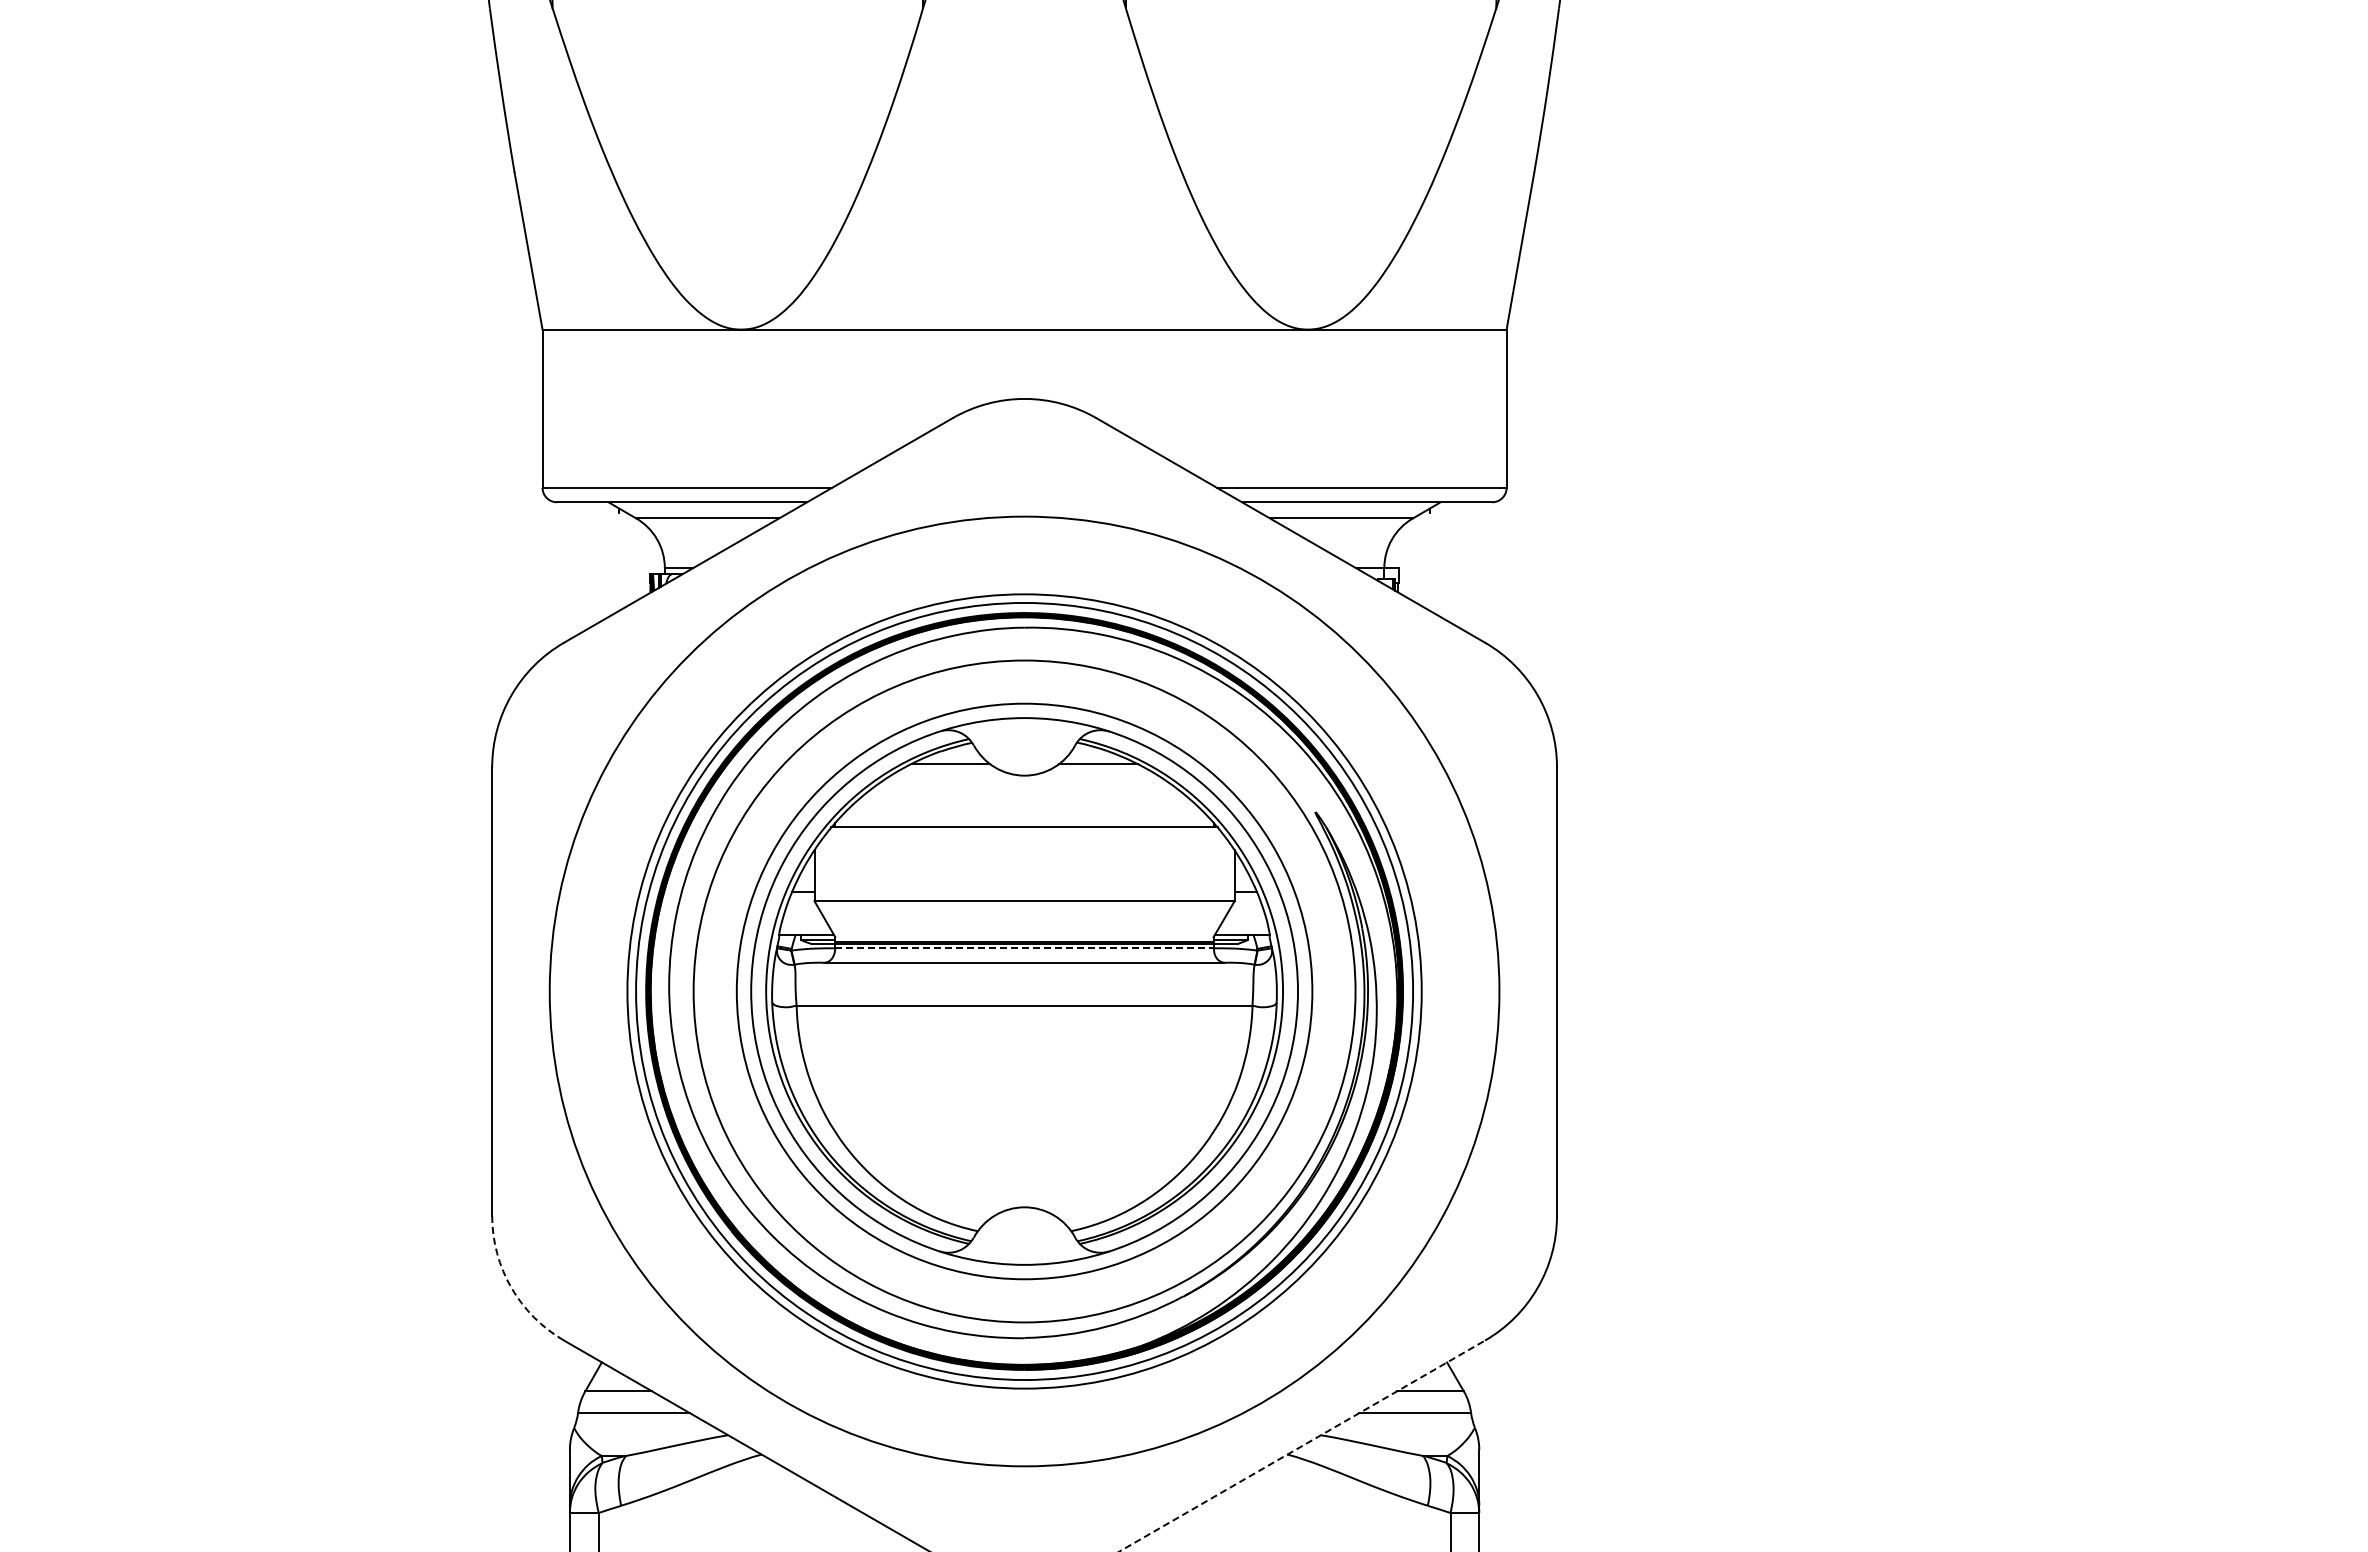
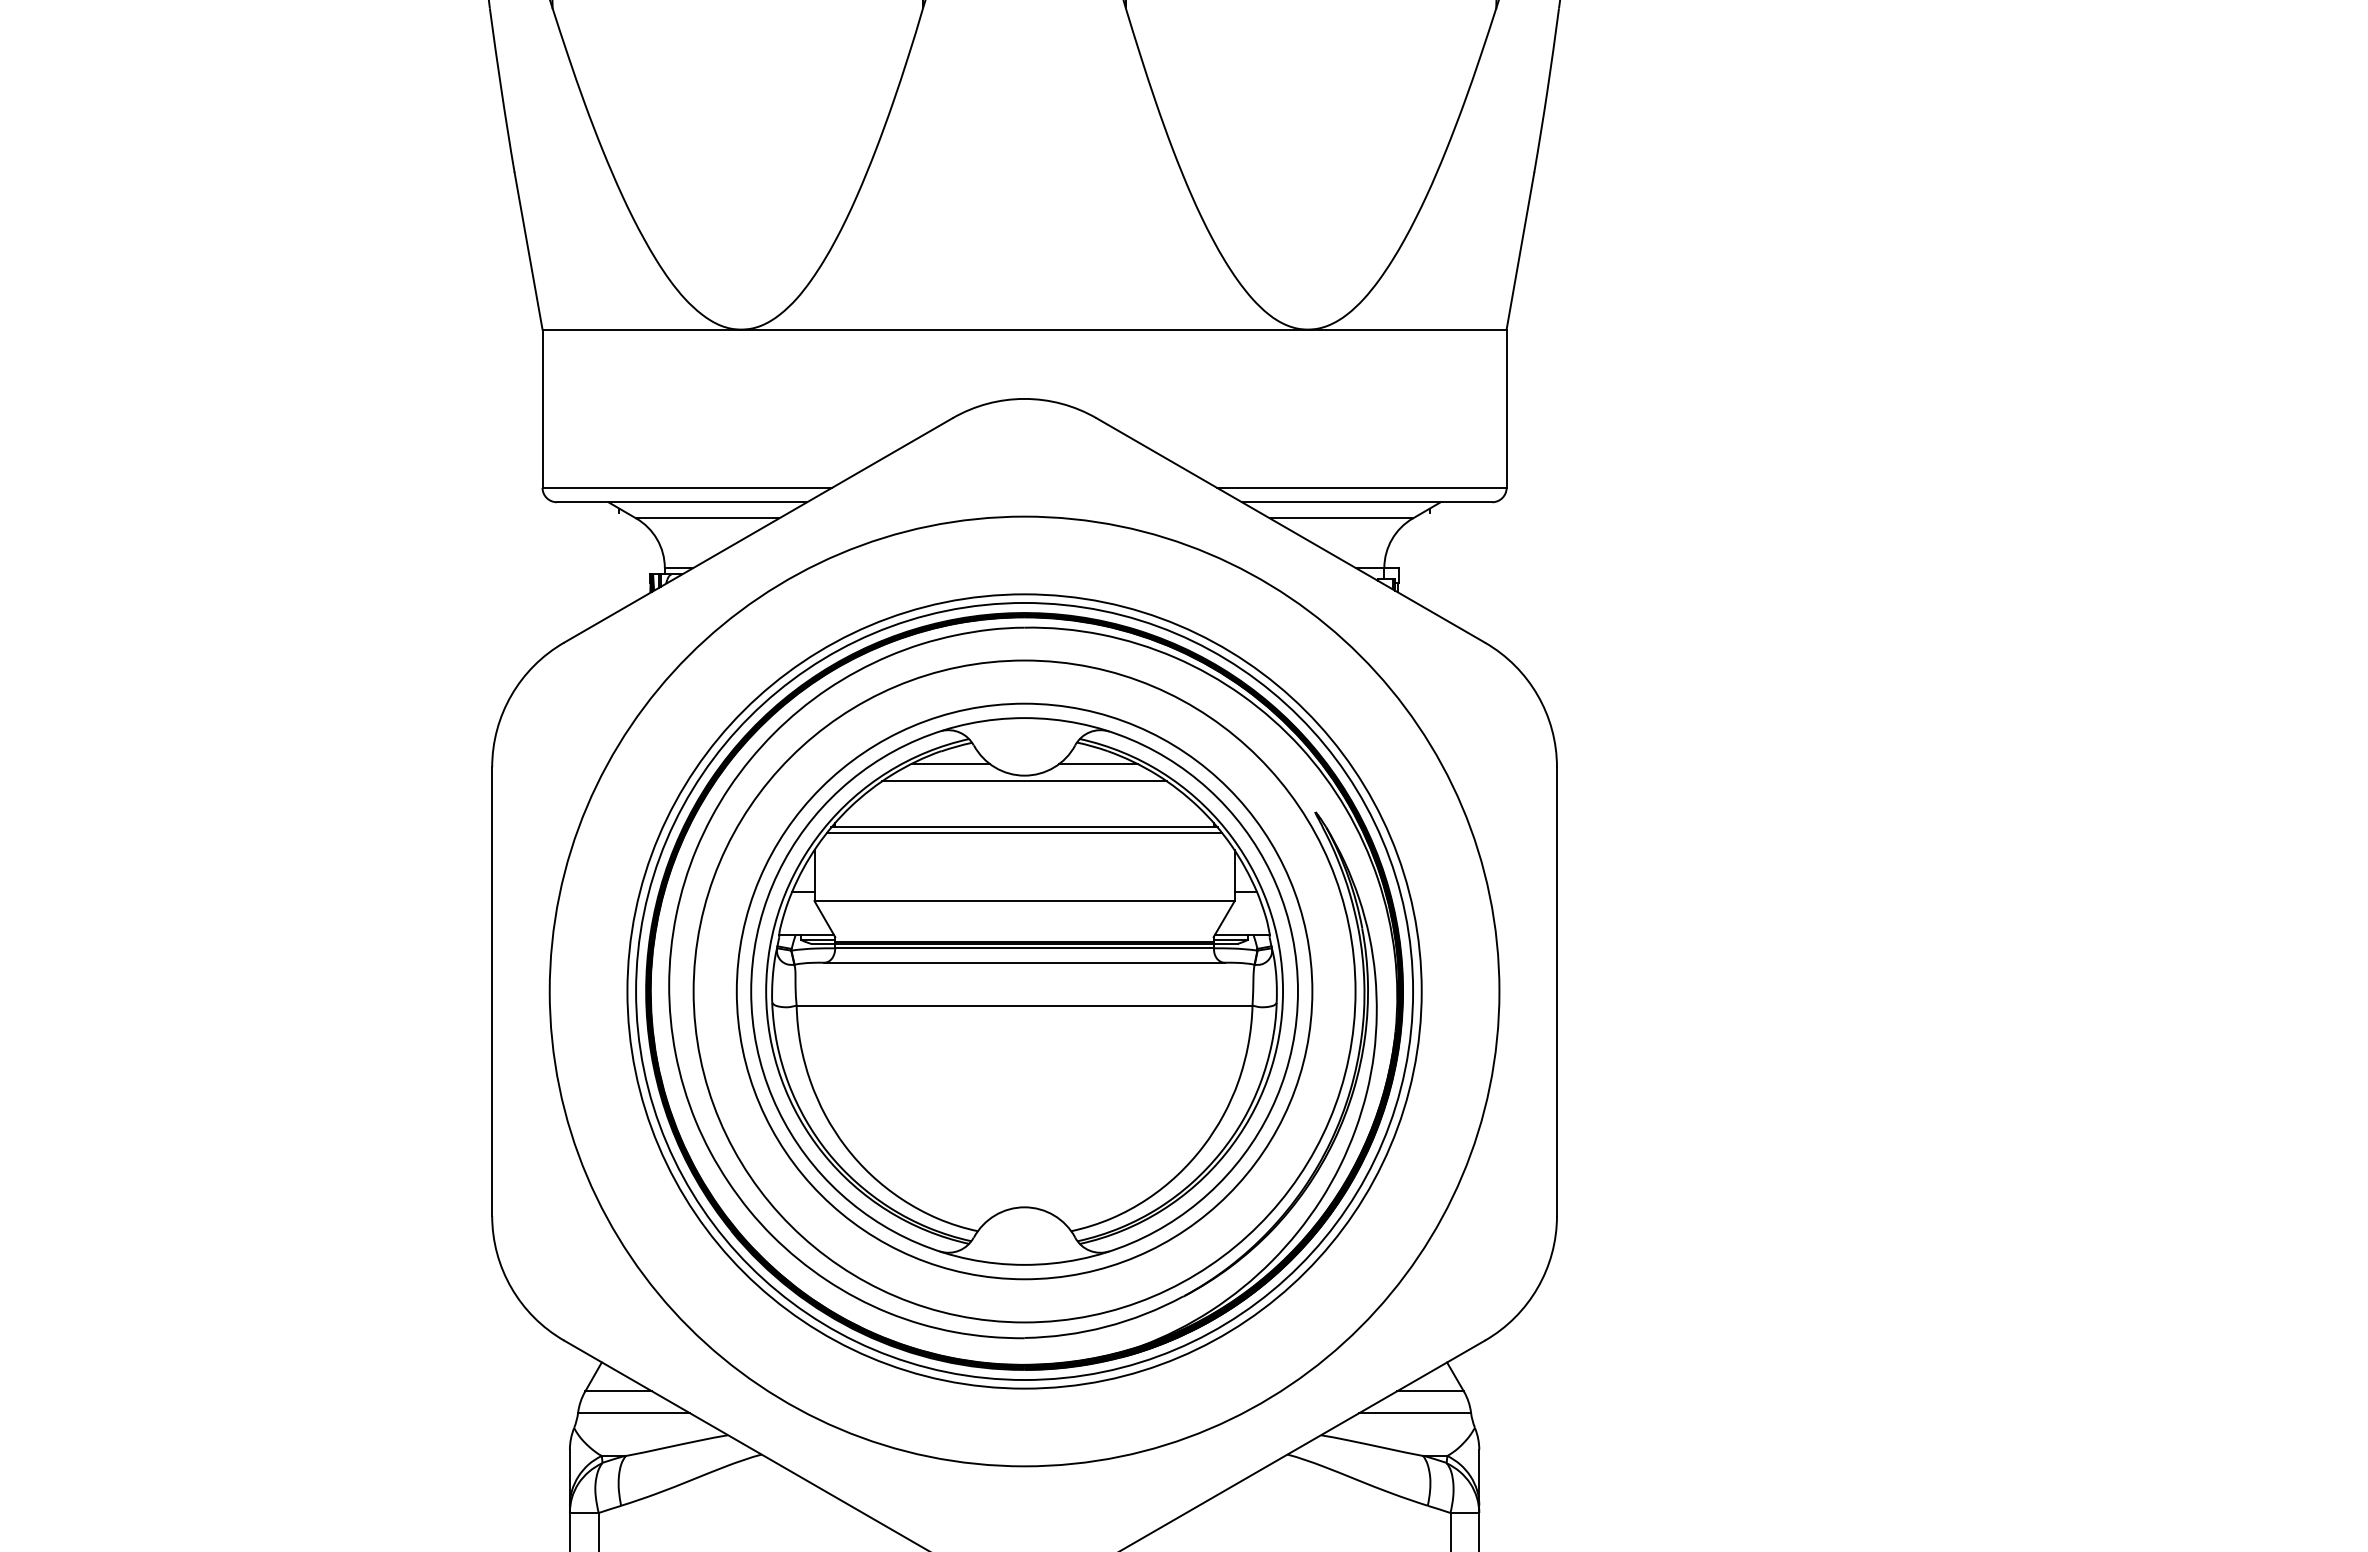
line at (1024, 781): none -> present
line at (1024, 833): none -> present
line at (1025, 948): dashed -> solid
arc at (511, 1287): dashed -> solid
line at (1302, 1445): dashed -> solid
